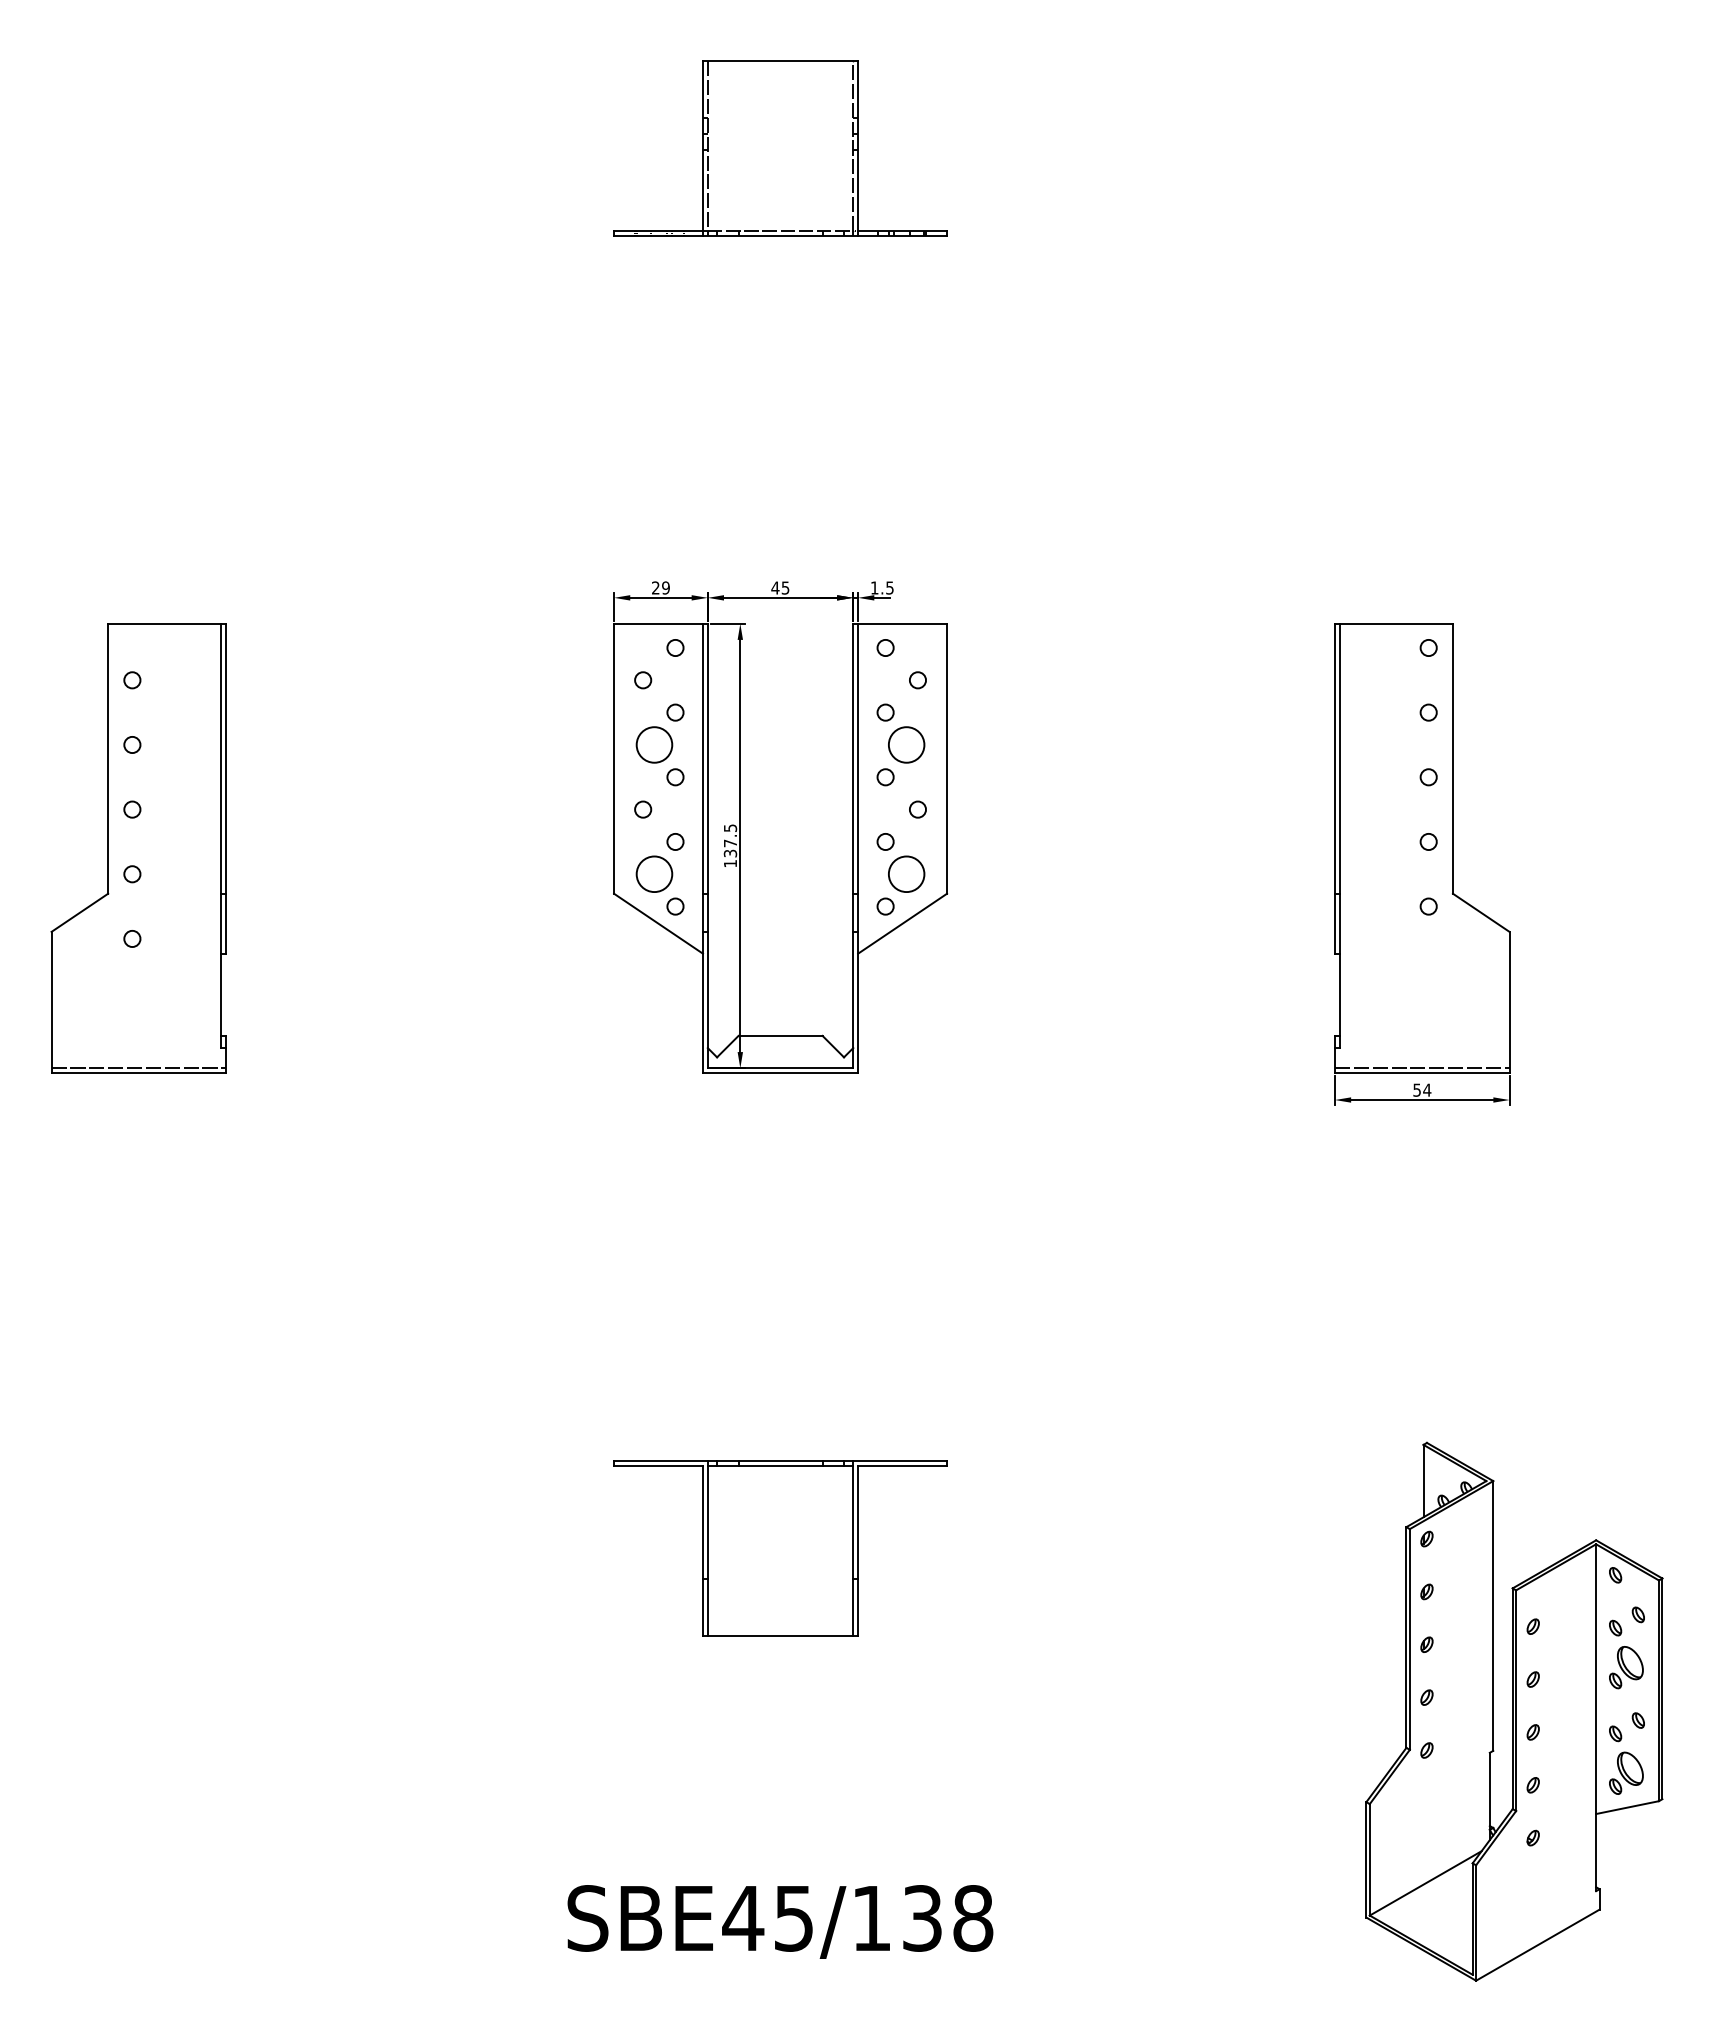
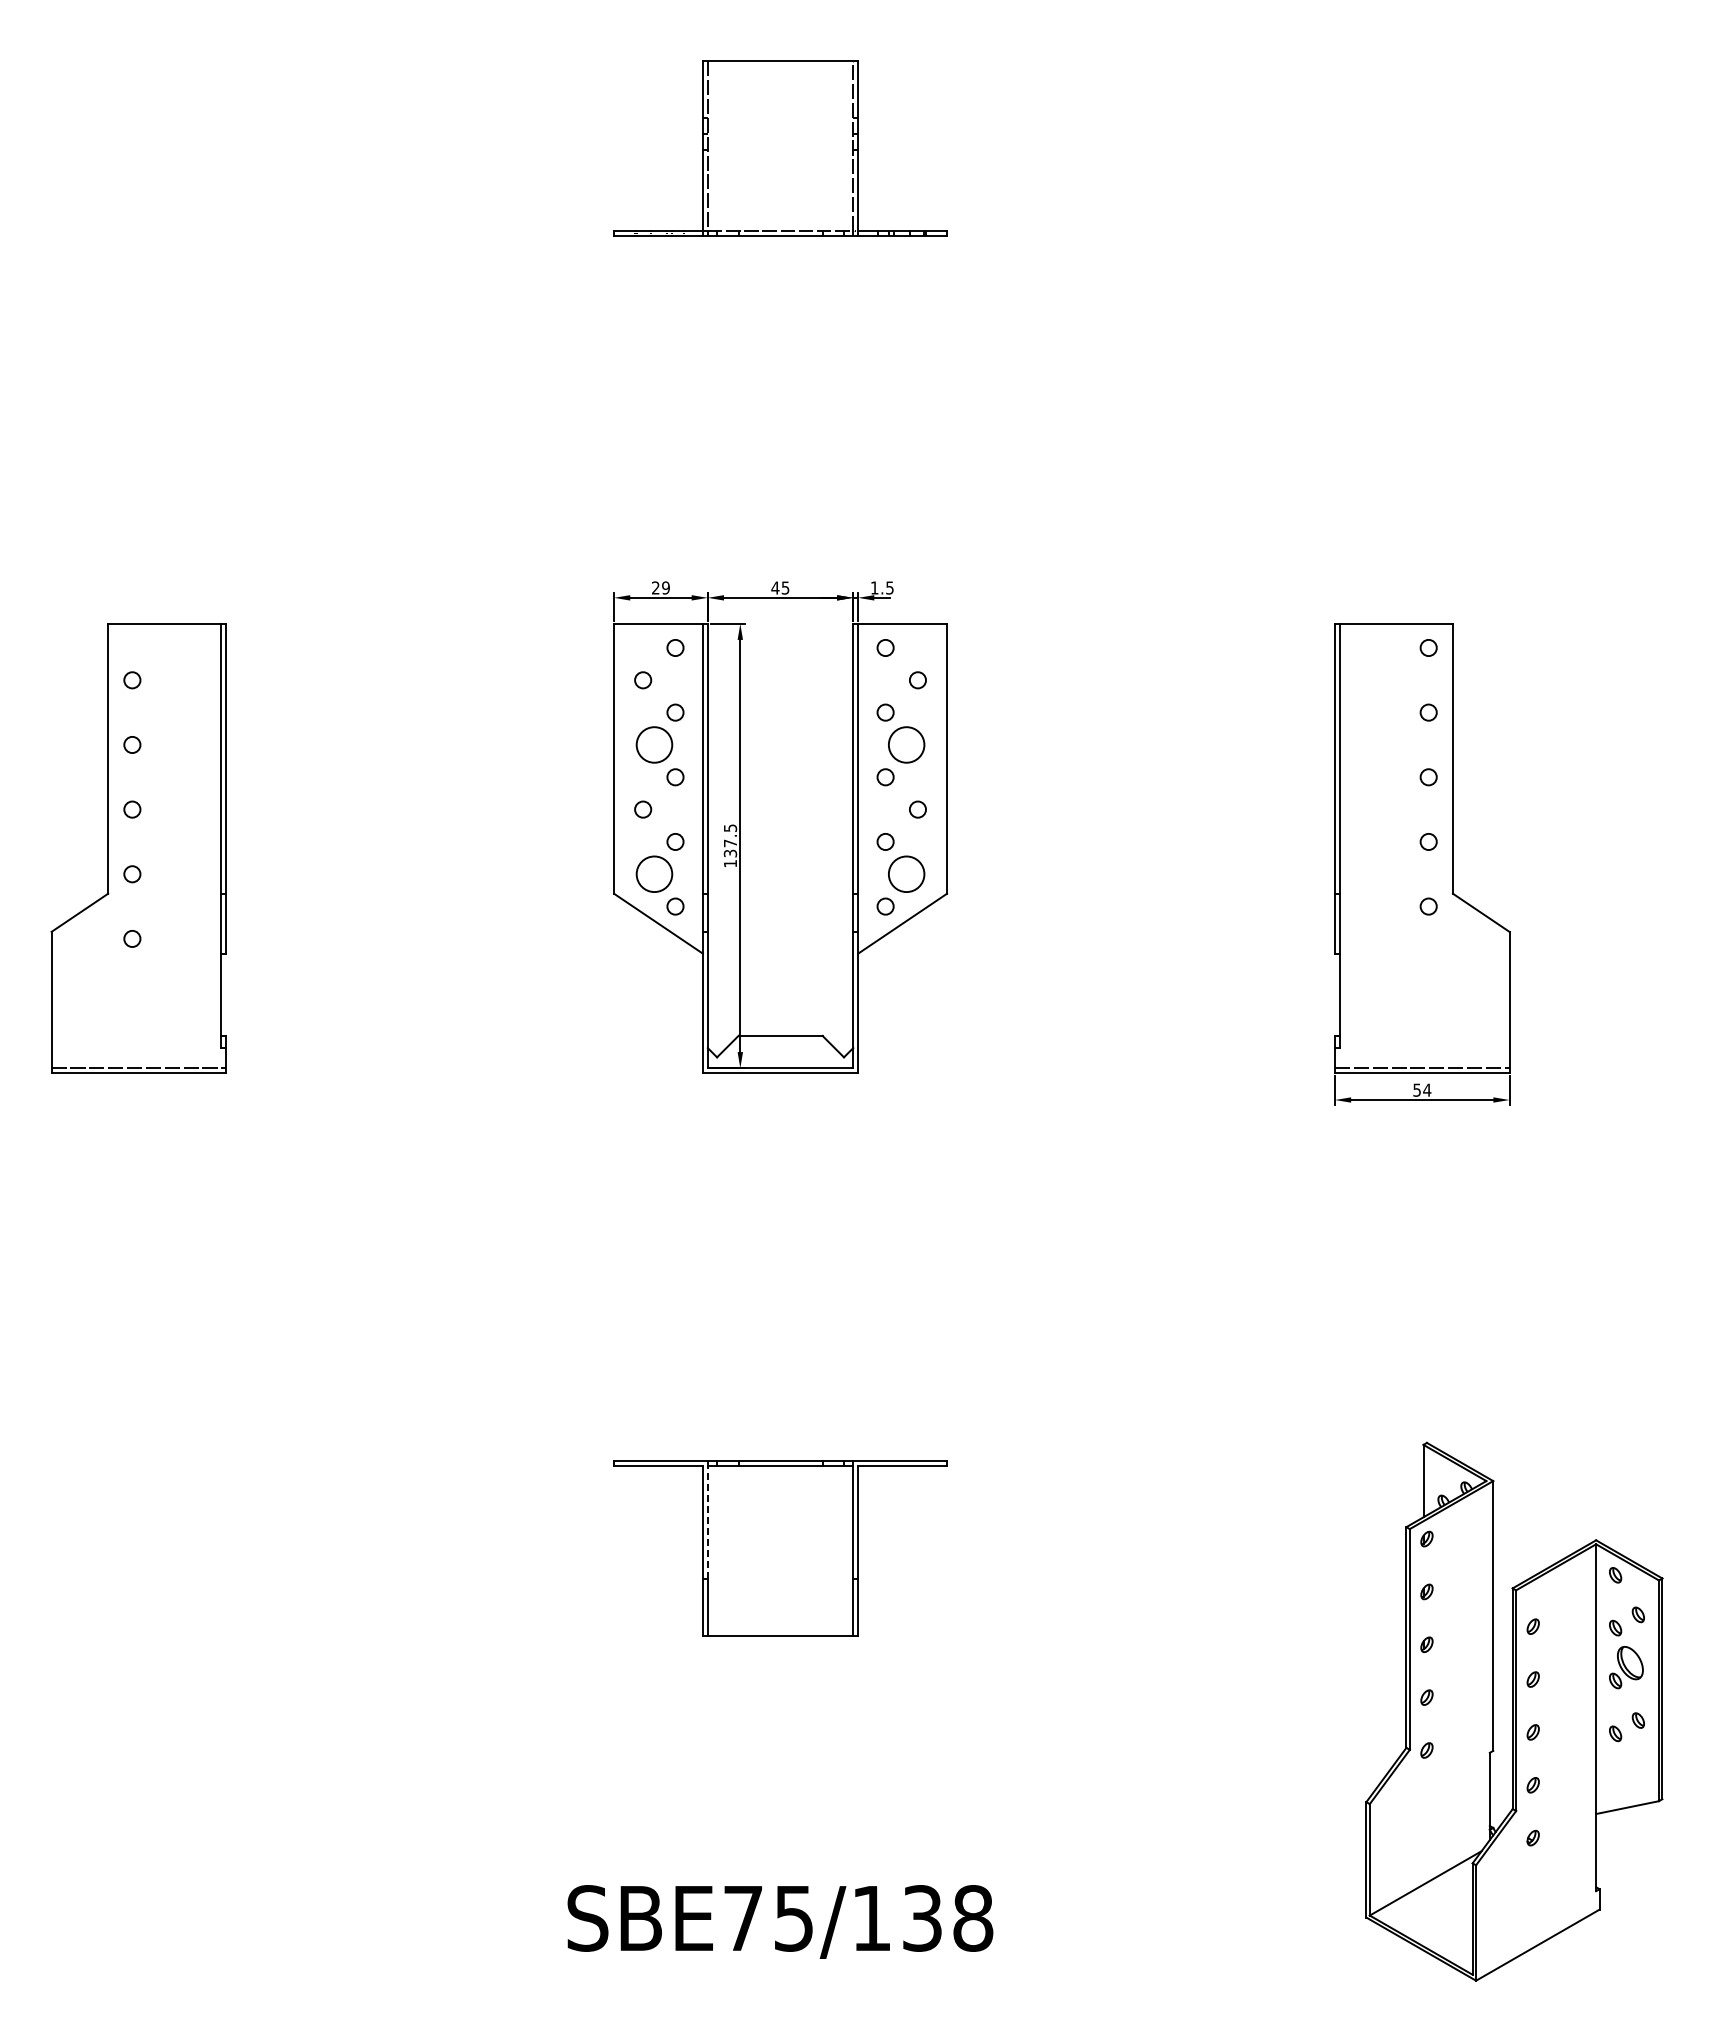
line at (707, 1520): solid -> dashed
part at (1626, 1772): present -> none
text at (743, 1918): SBE45/138 -> SBE75/138
